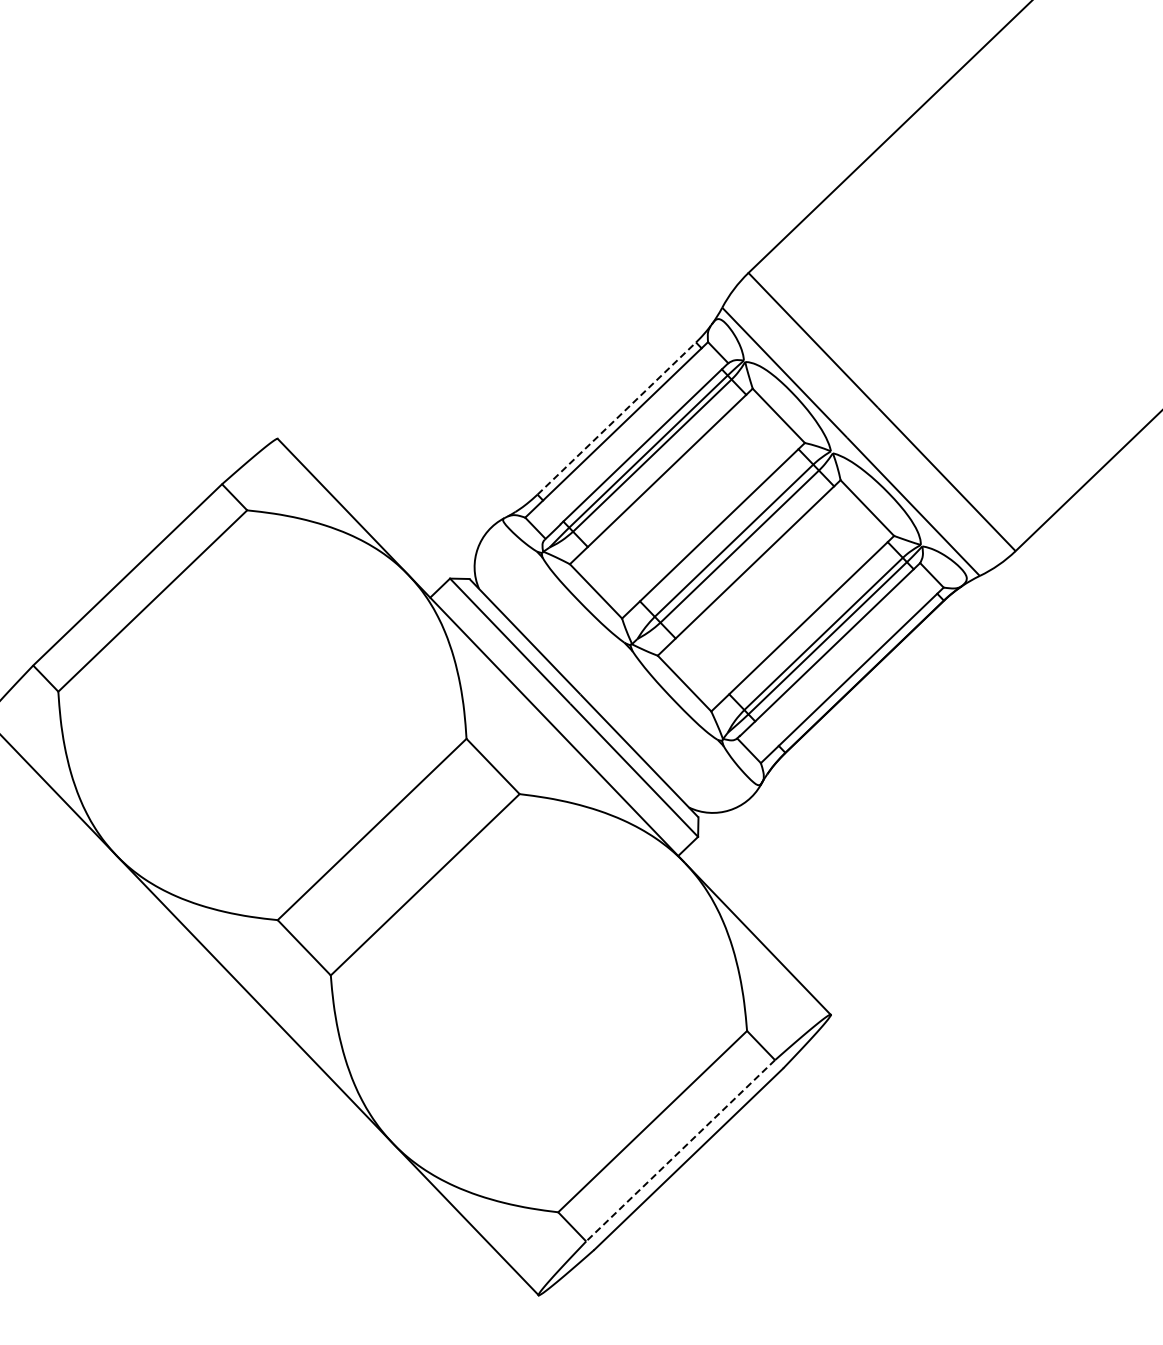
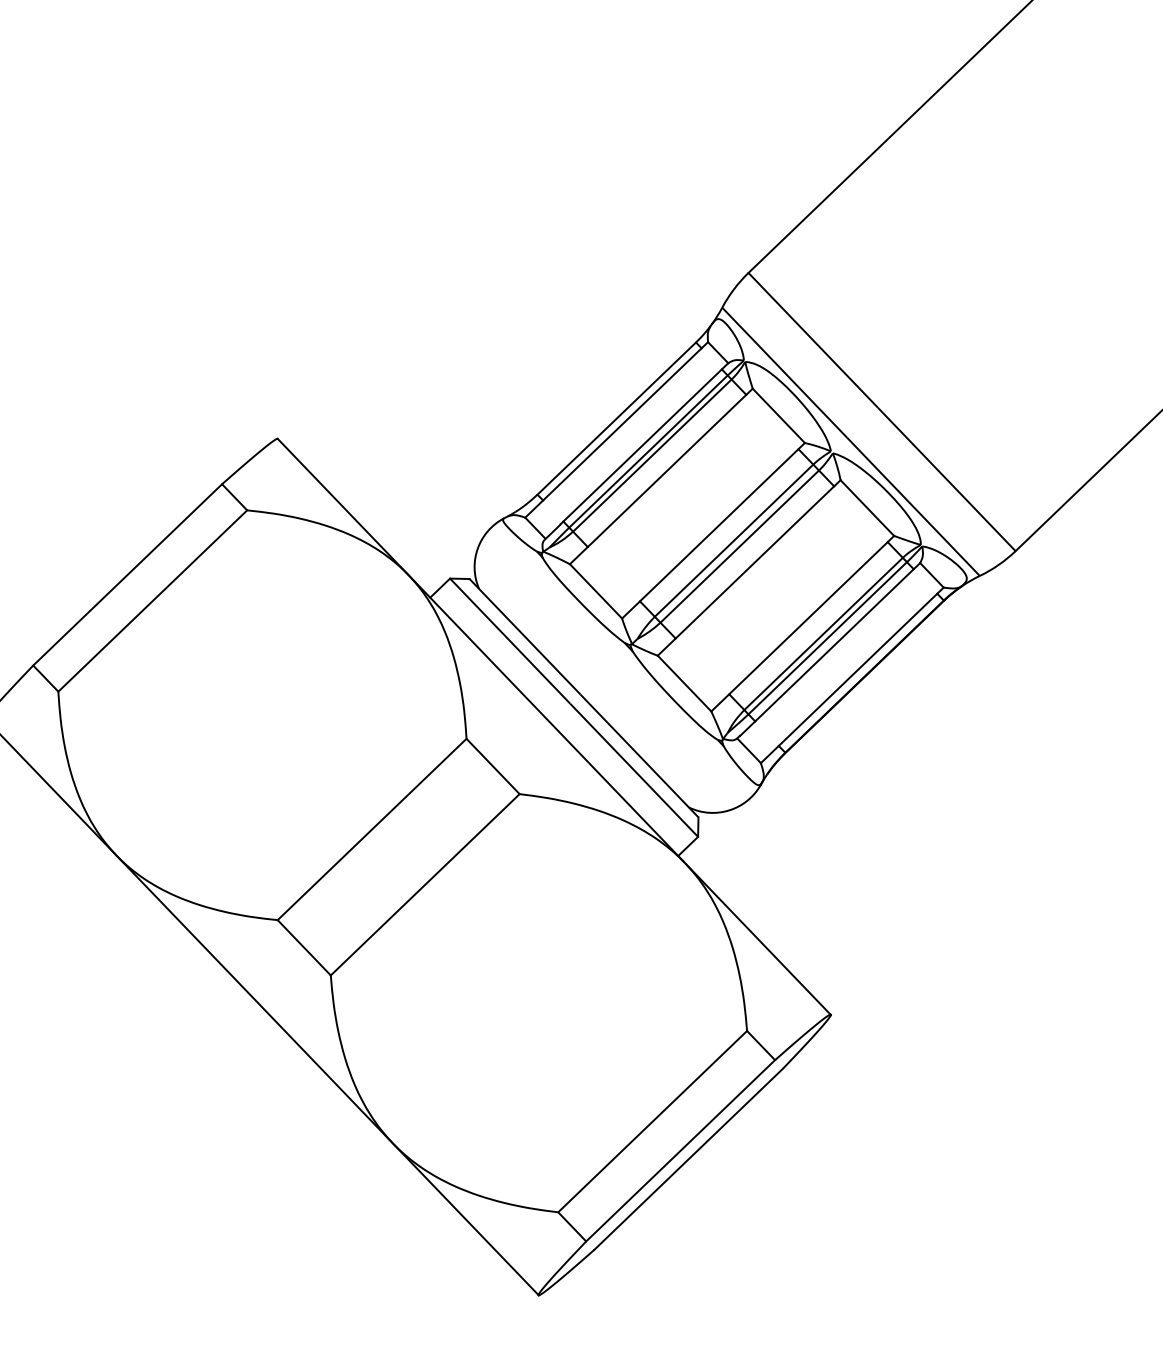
line at (616, 418): dashed -> solid
line at (680, 1150): dashed -> solid
